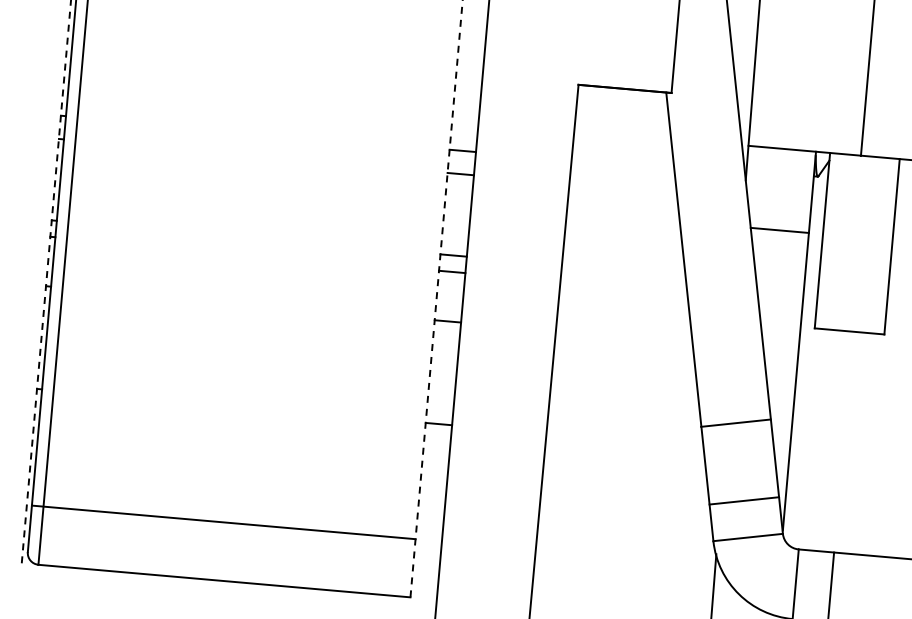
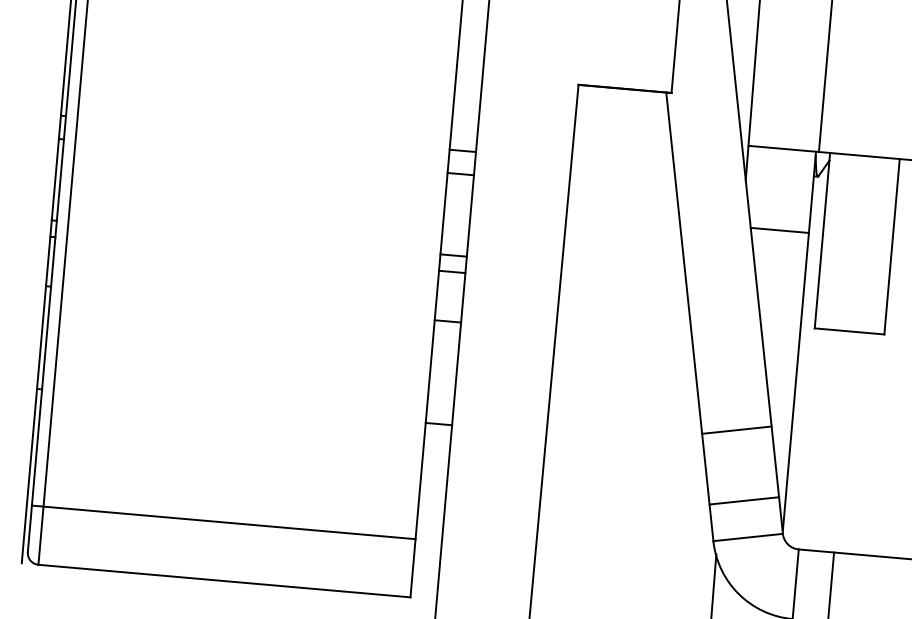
line at (867, 79) position: (867, 79) -> (824, 77)
line at (46, 281): dashed -> solid
line at (436, 298): dashed -> solid
line at (735, 422) position: (735, 422) -> (736, 429)
